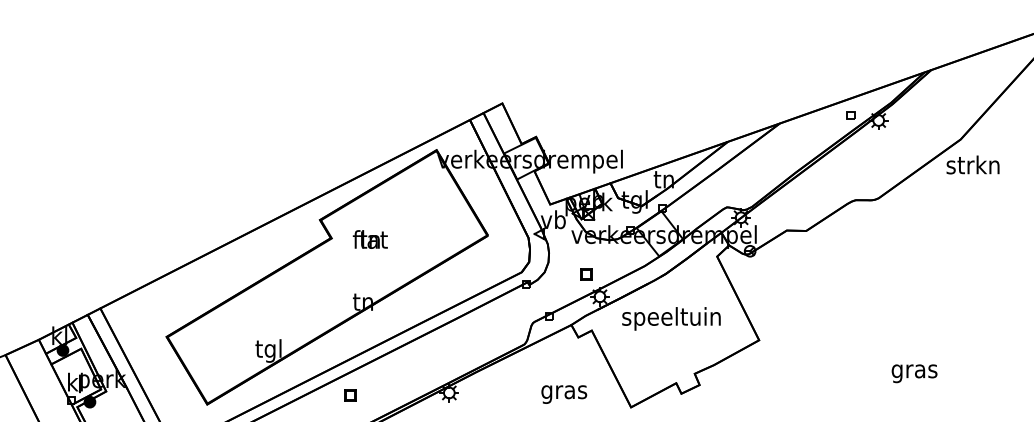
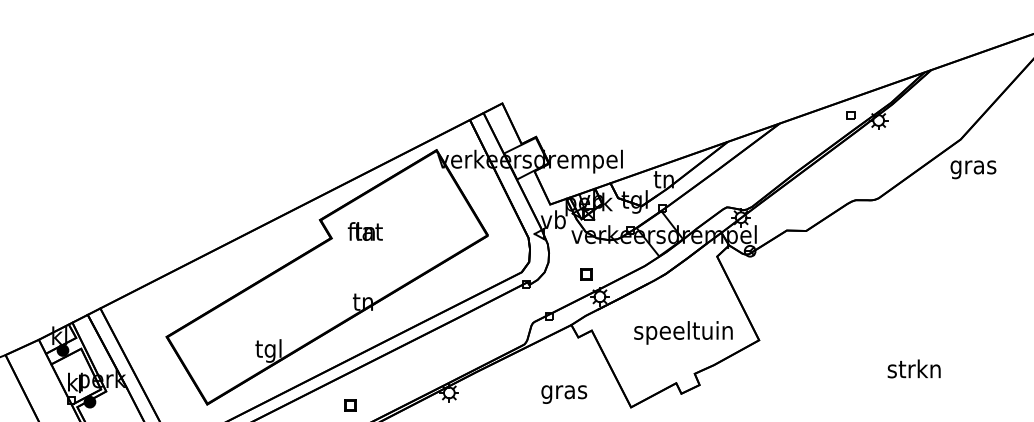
text at (972, 167): strkn -> gras
text at (369, 239) position: (369, 239) -> (364, 231)
text at (671, 318) position: (671, 318) -> (683, 332)
text at (913, 371): gras -> strkn
part at (350, 395) position: (350, 395) -> (350, 405)
